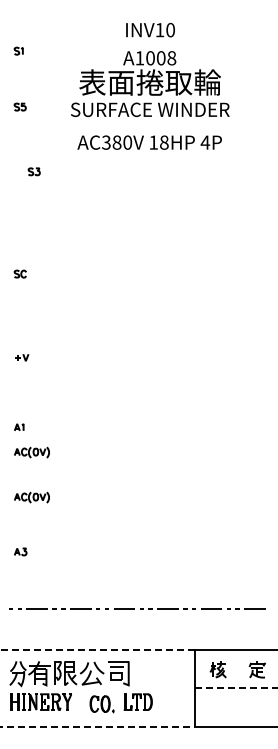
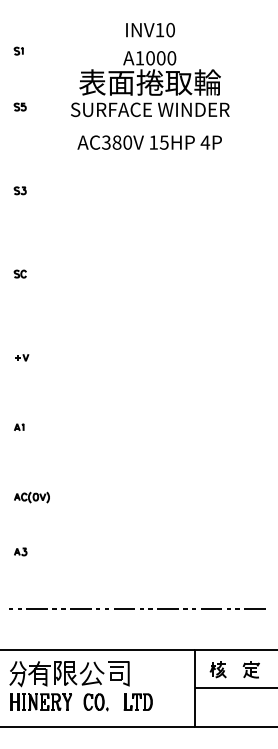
text at (171, 58): A1008 -> A1000
text at (163, 142): 18HP -> 15HP
part at (33, 171) position: (33, 171) -> (19, 190)
part at (31, 452): present -> none
line at (97, 649): dashed -> solid
part at (256, 669) position: (256, 669) -> (250, 669)
line at (236, 688): dashed -> solid
part at (101, 704) position: (101, 704) -> (95, 702)
line at (98, 726): dashed -> solid
